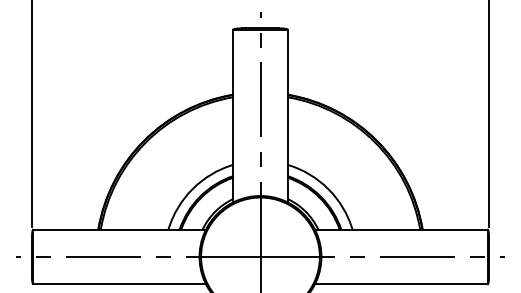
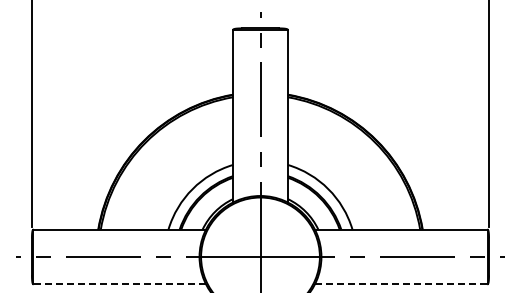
line at (119, 284): solid -> dashed
line at (401, 284): solid -> dashed
